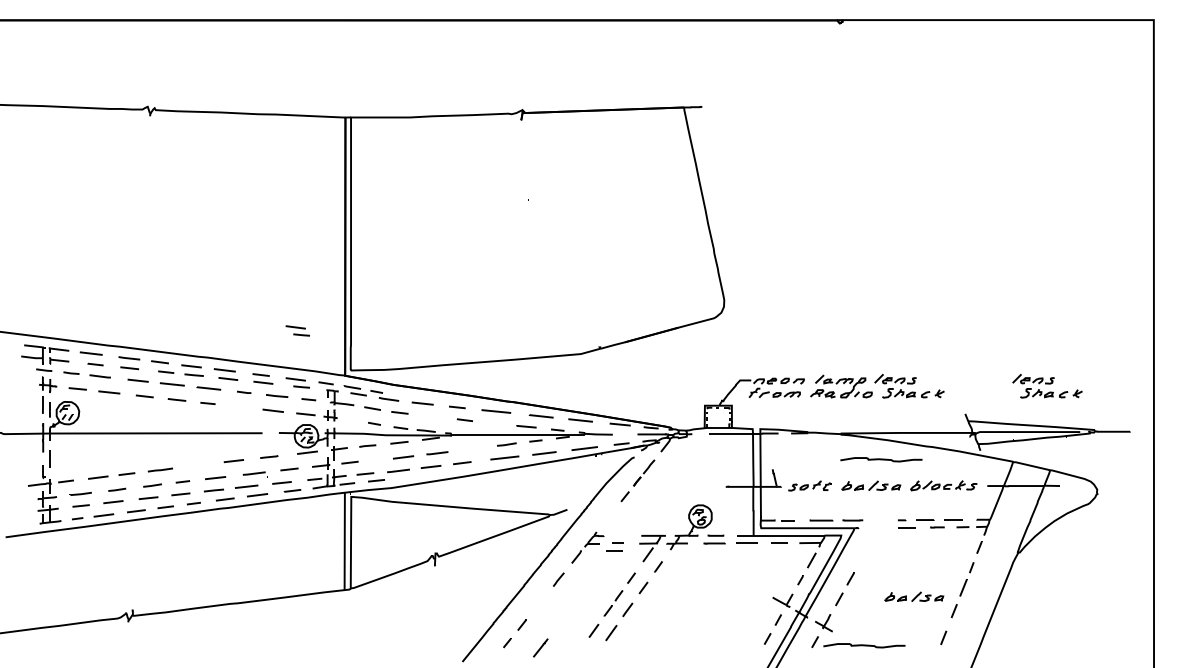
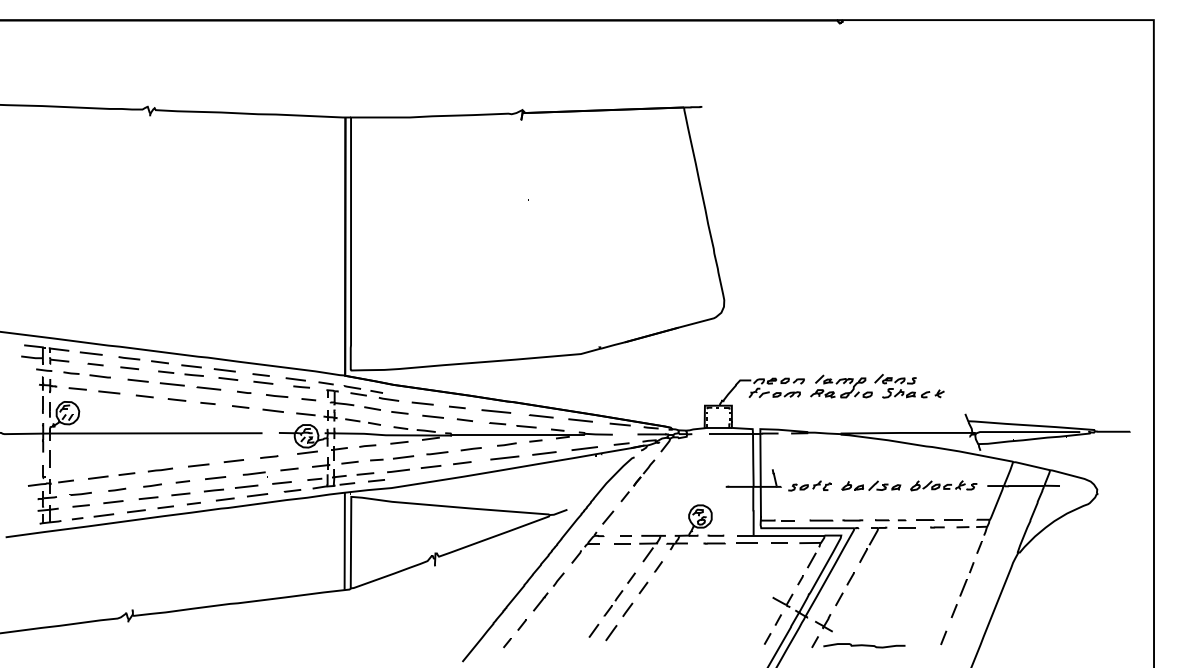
part at (297, 330): present -> none
part at (1047, 386): present -> none
line at (240, 406): none -> present
line at (432, 416): none -> present
line at (352, 420): none -> present
line at (497, 423): none -> present
line at (470, 449): none -> present
line at (376, 459): none -> present
curve at (881, 459): present -> none
line at (198, 465): none -> present
line at (608, 517): none -> present
part at (874, 540): none -> present
part at (614, 546) position: (614, 546) -> (622, 539)
part at (914, 596): present -> none
line at (540, 647) position: (540, 647) -> (540, 601)
